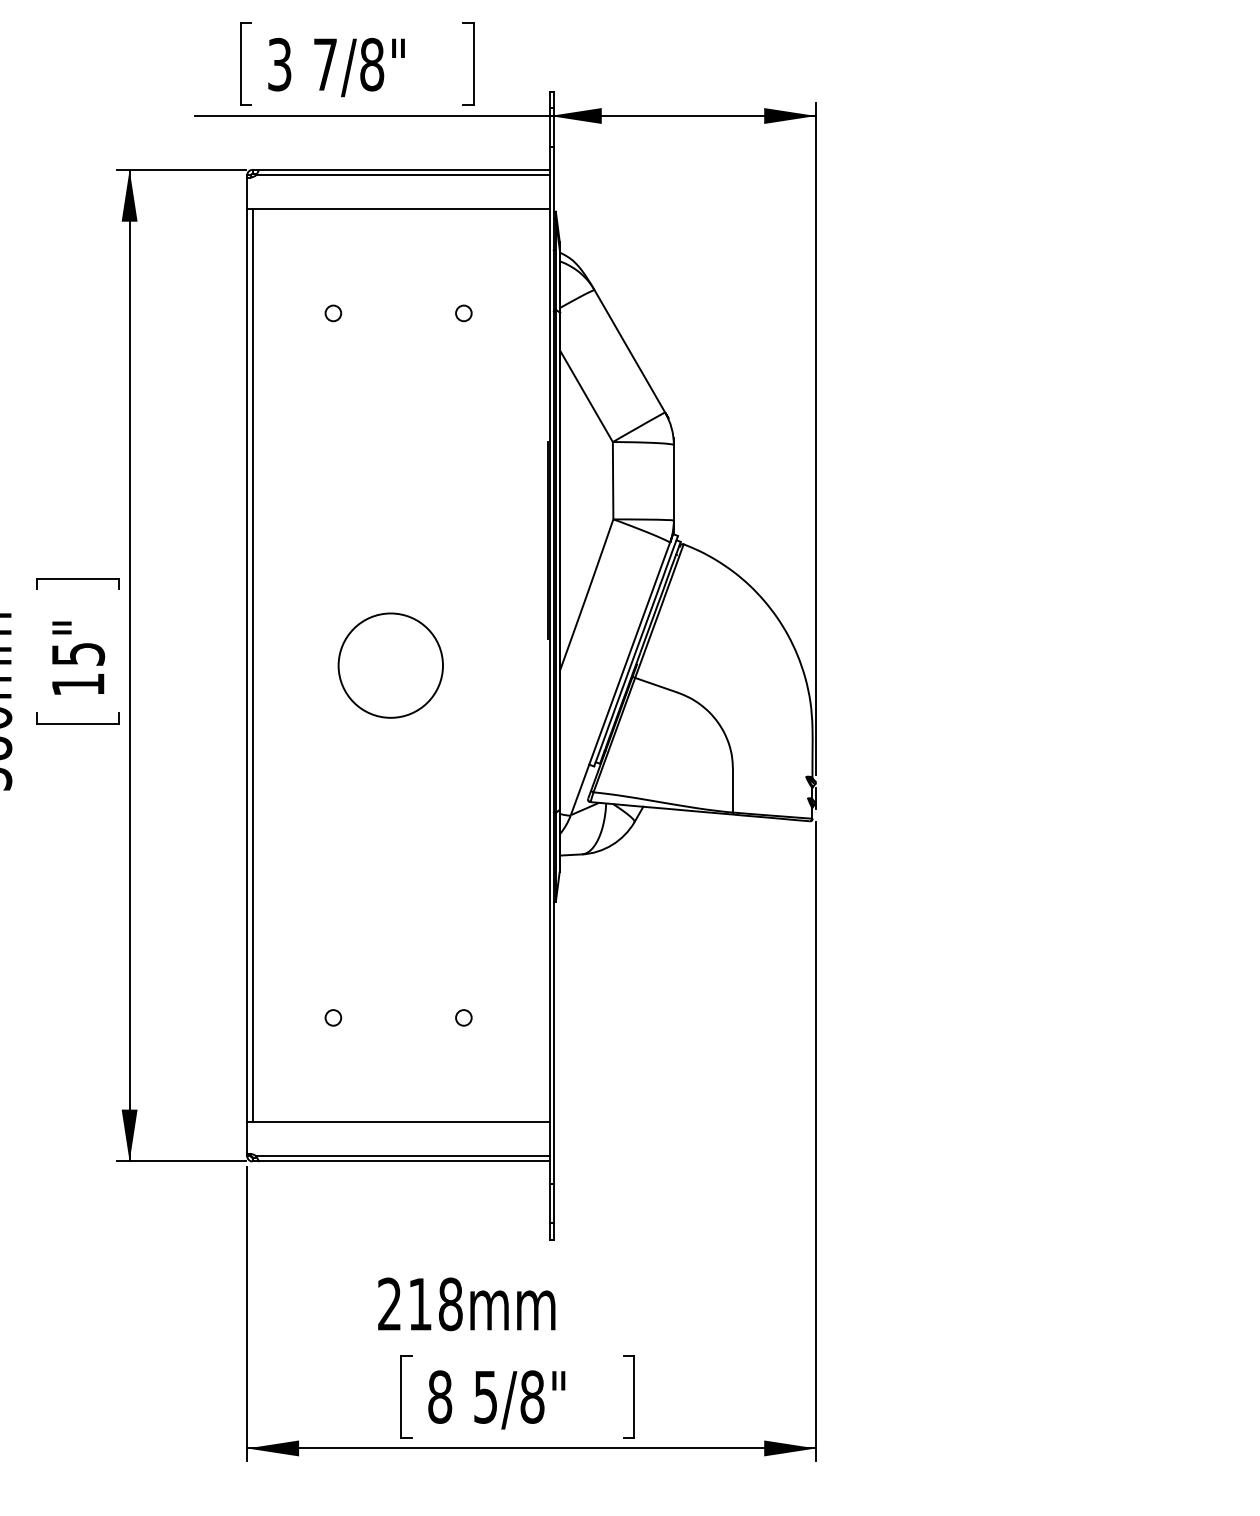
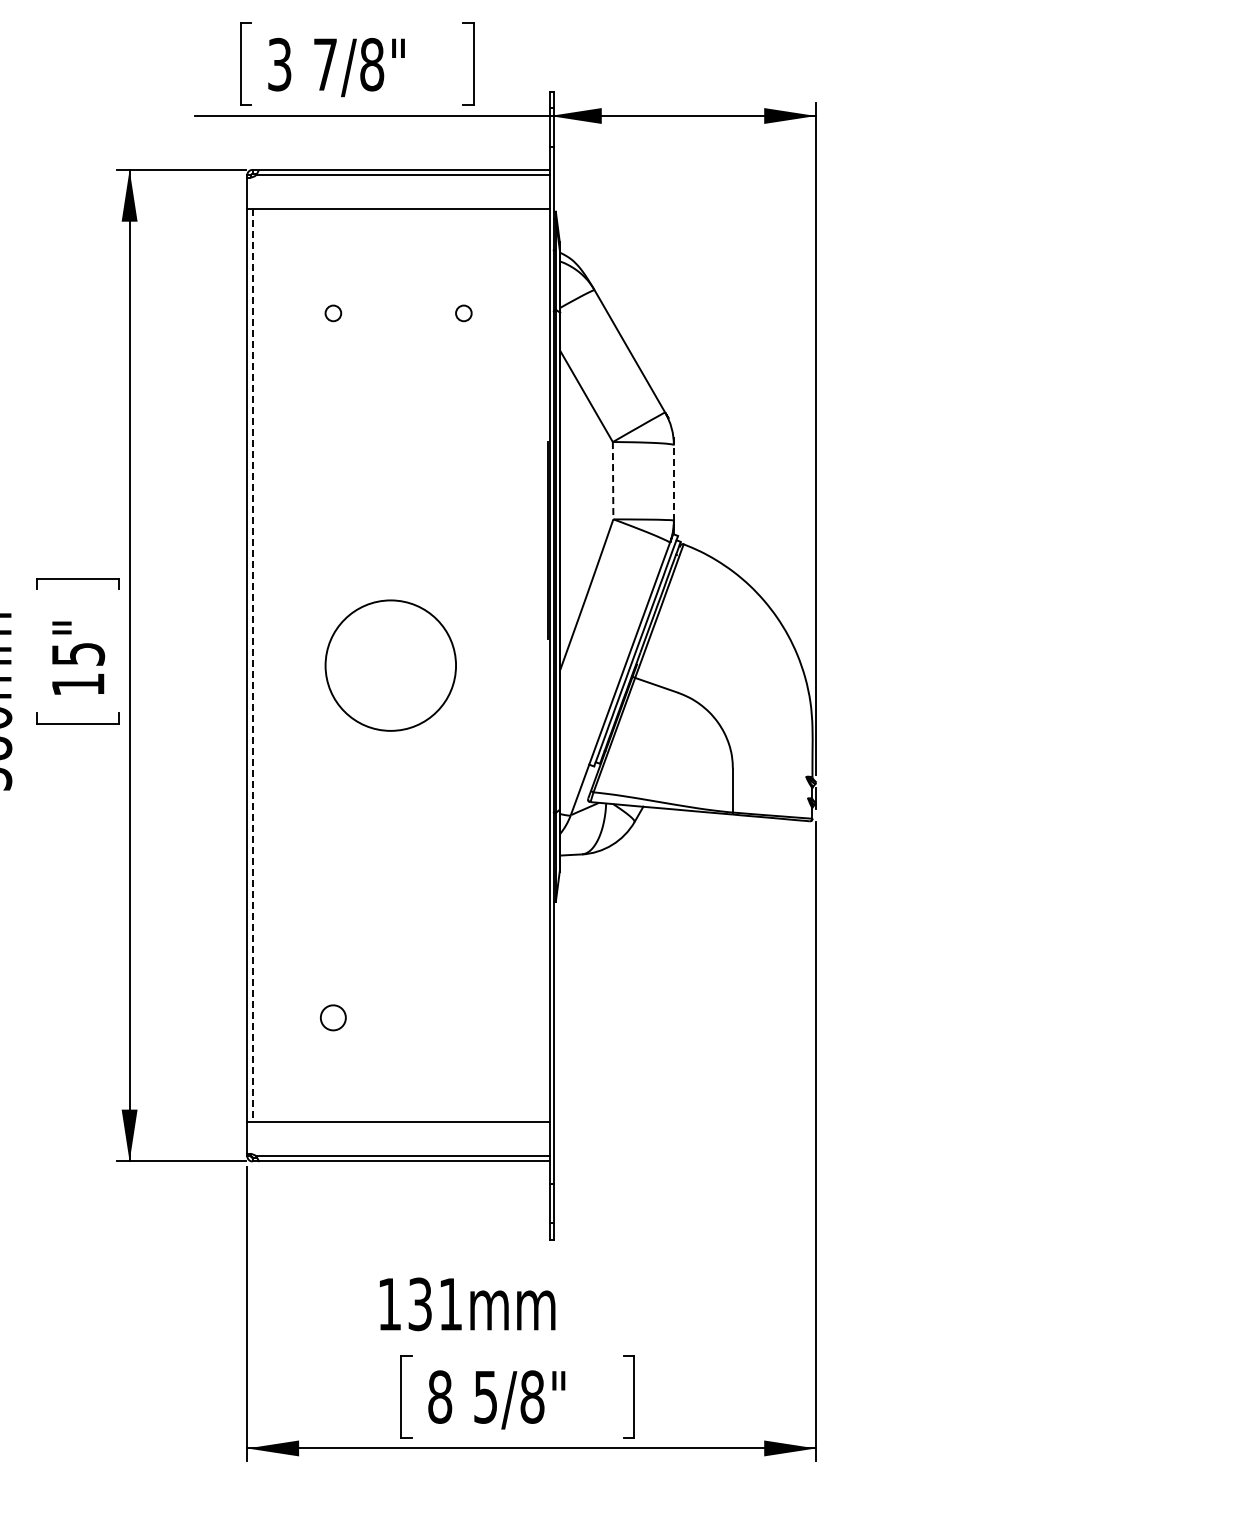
line at (613, 480): solid -> dashed
line at (673, 482): solid -> dashed
line at (252, 665): solid -> dashed
circle at (390, 665) diameter: 104 px -> 130 px
circle at (333, 1017) size: 19x18 px -> 27x28 px
circle at (463, 1017): present -> none
text at (420, 1304): 218mm -> 131mm
